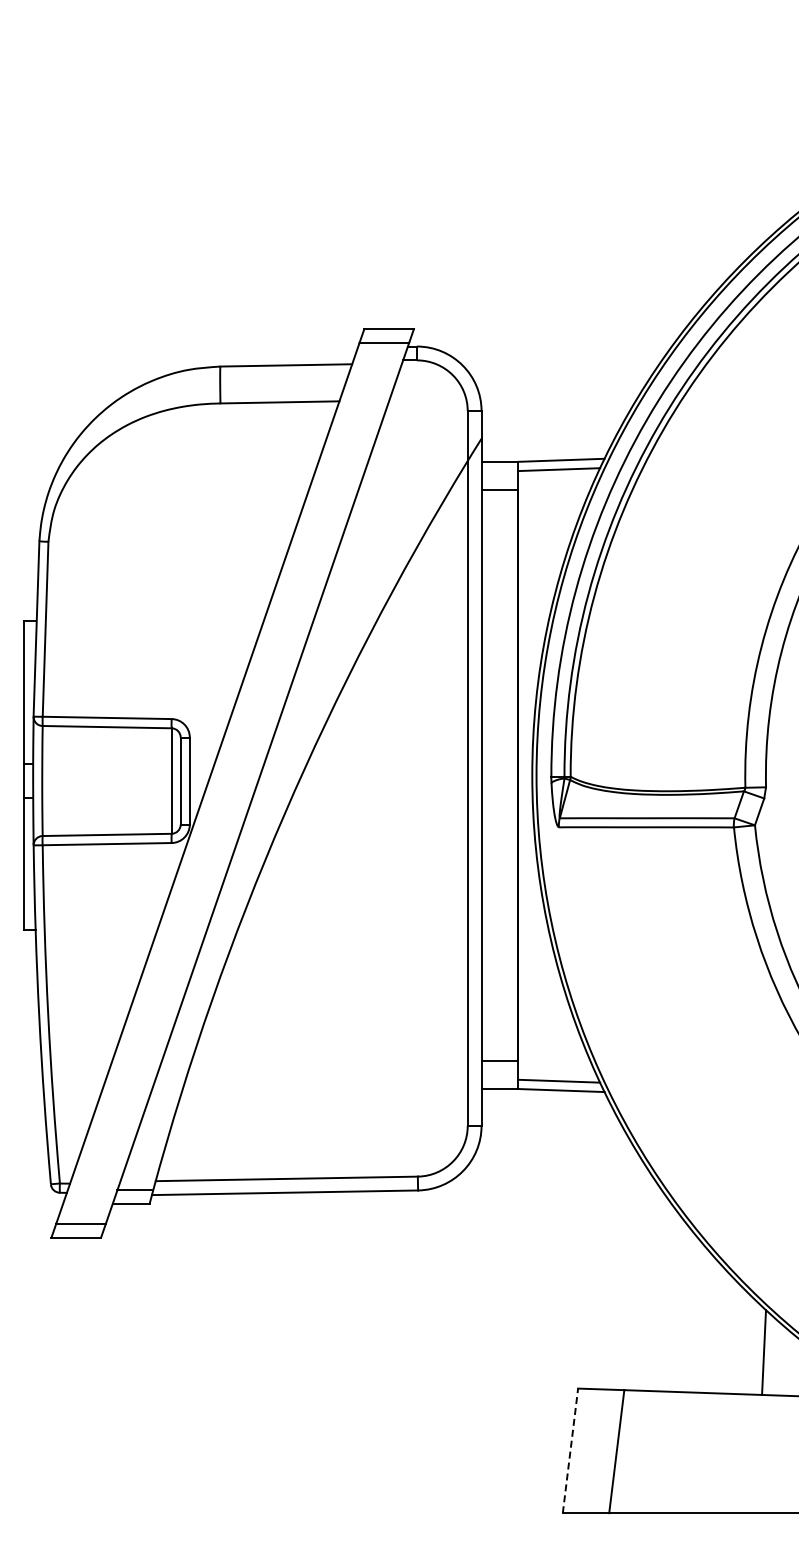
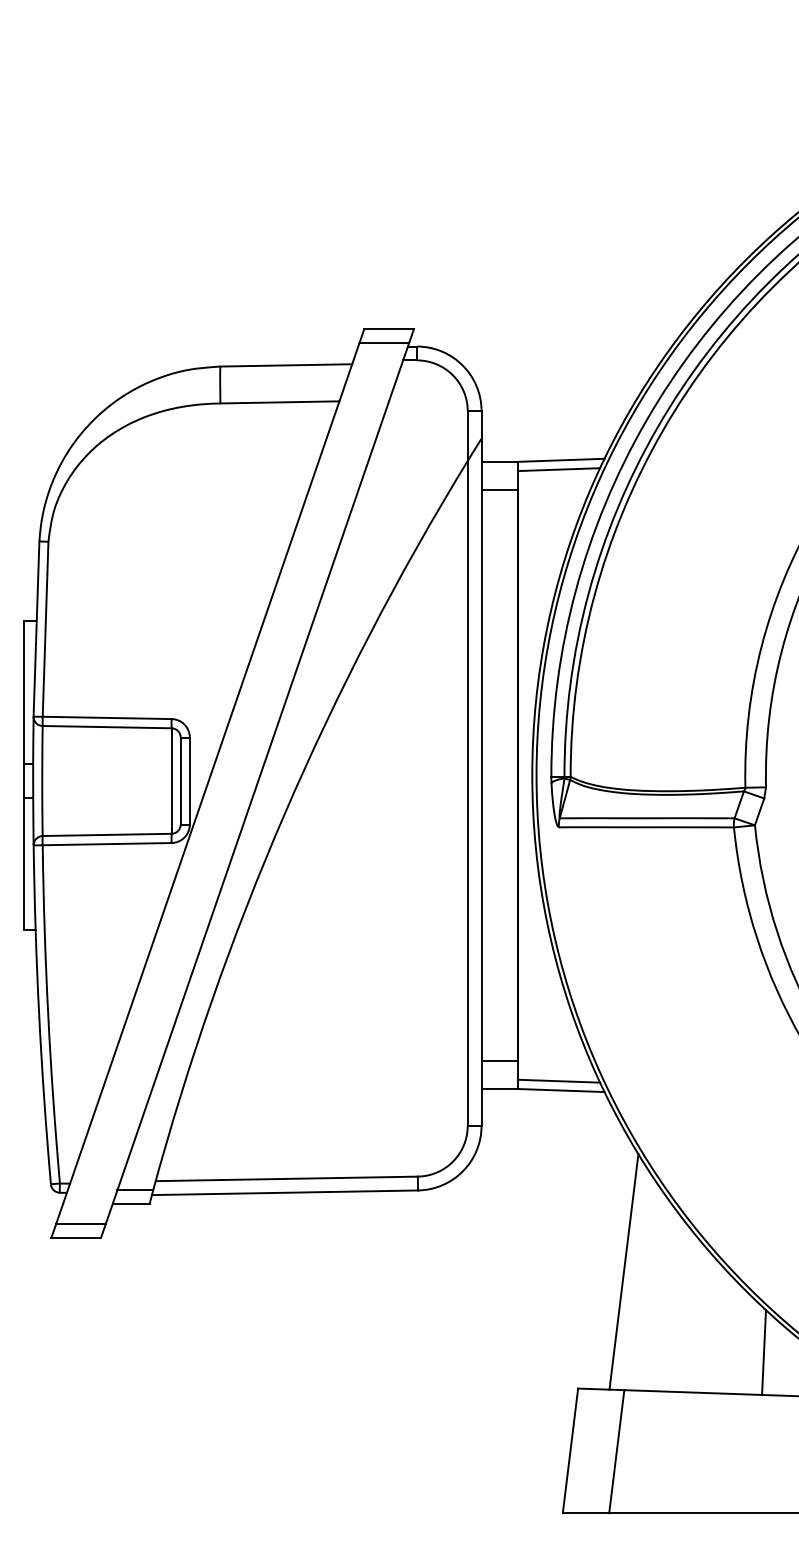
line at (623, 1271): none -> present
line at (570, 1450): dashed -> solid
